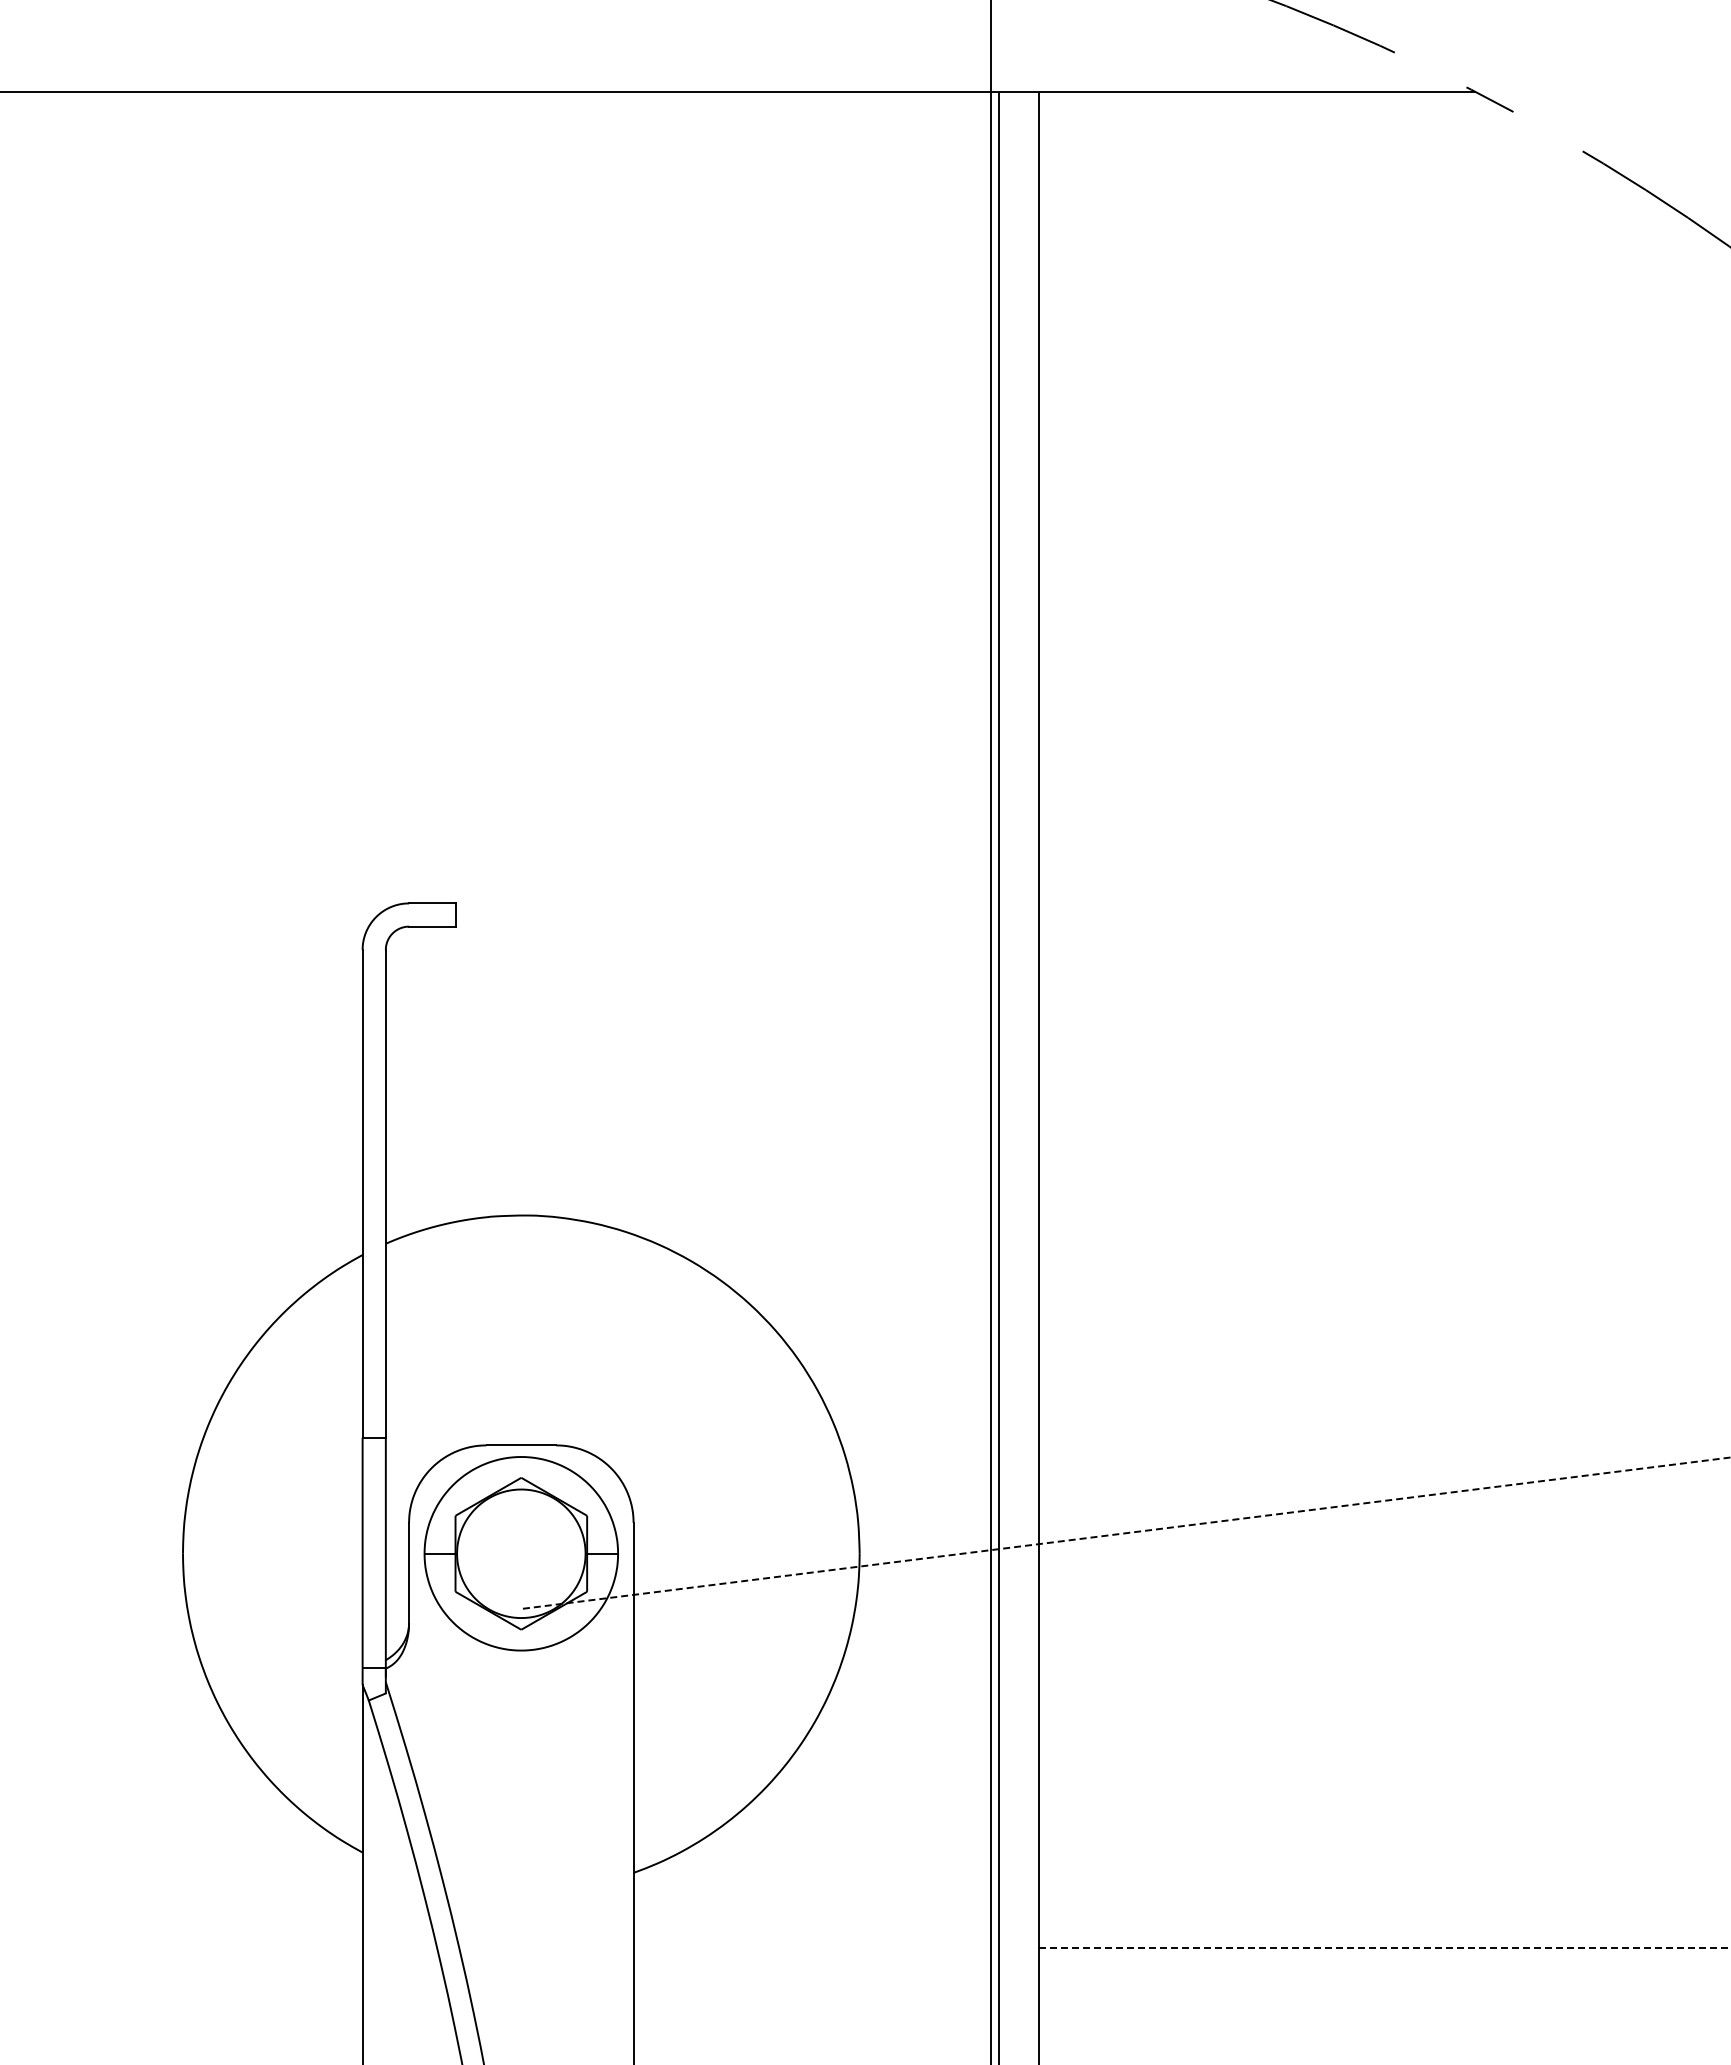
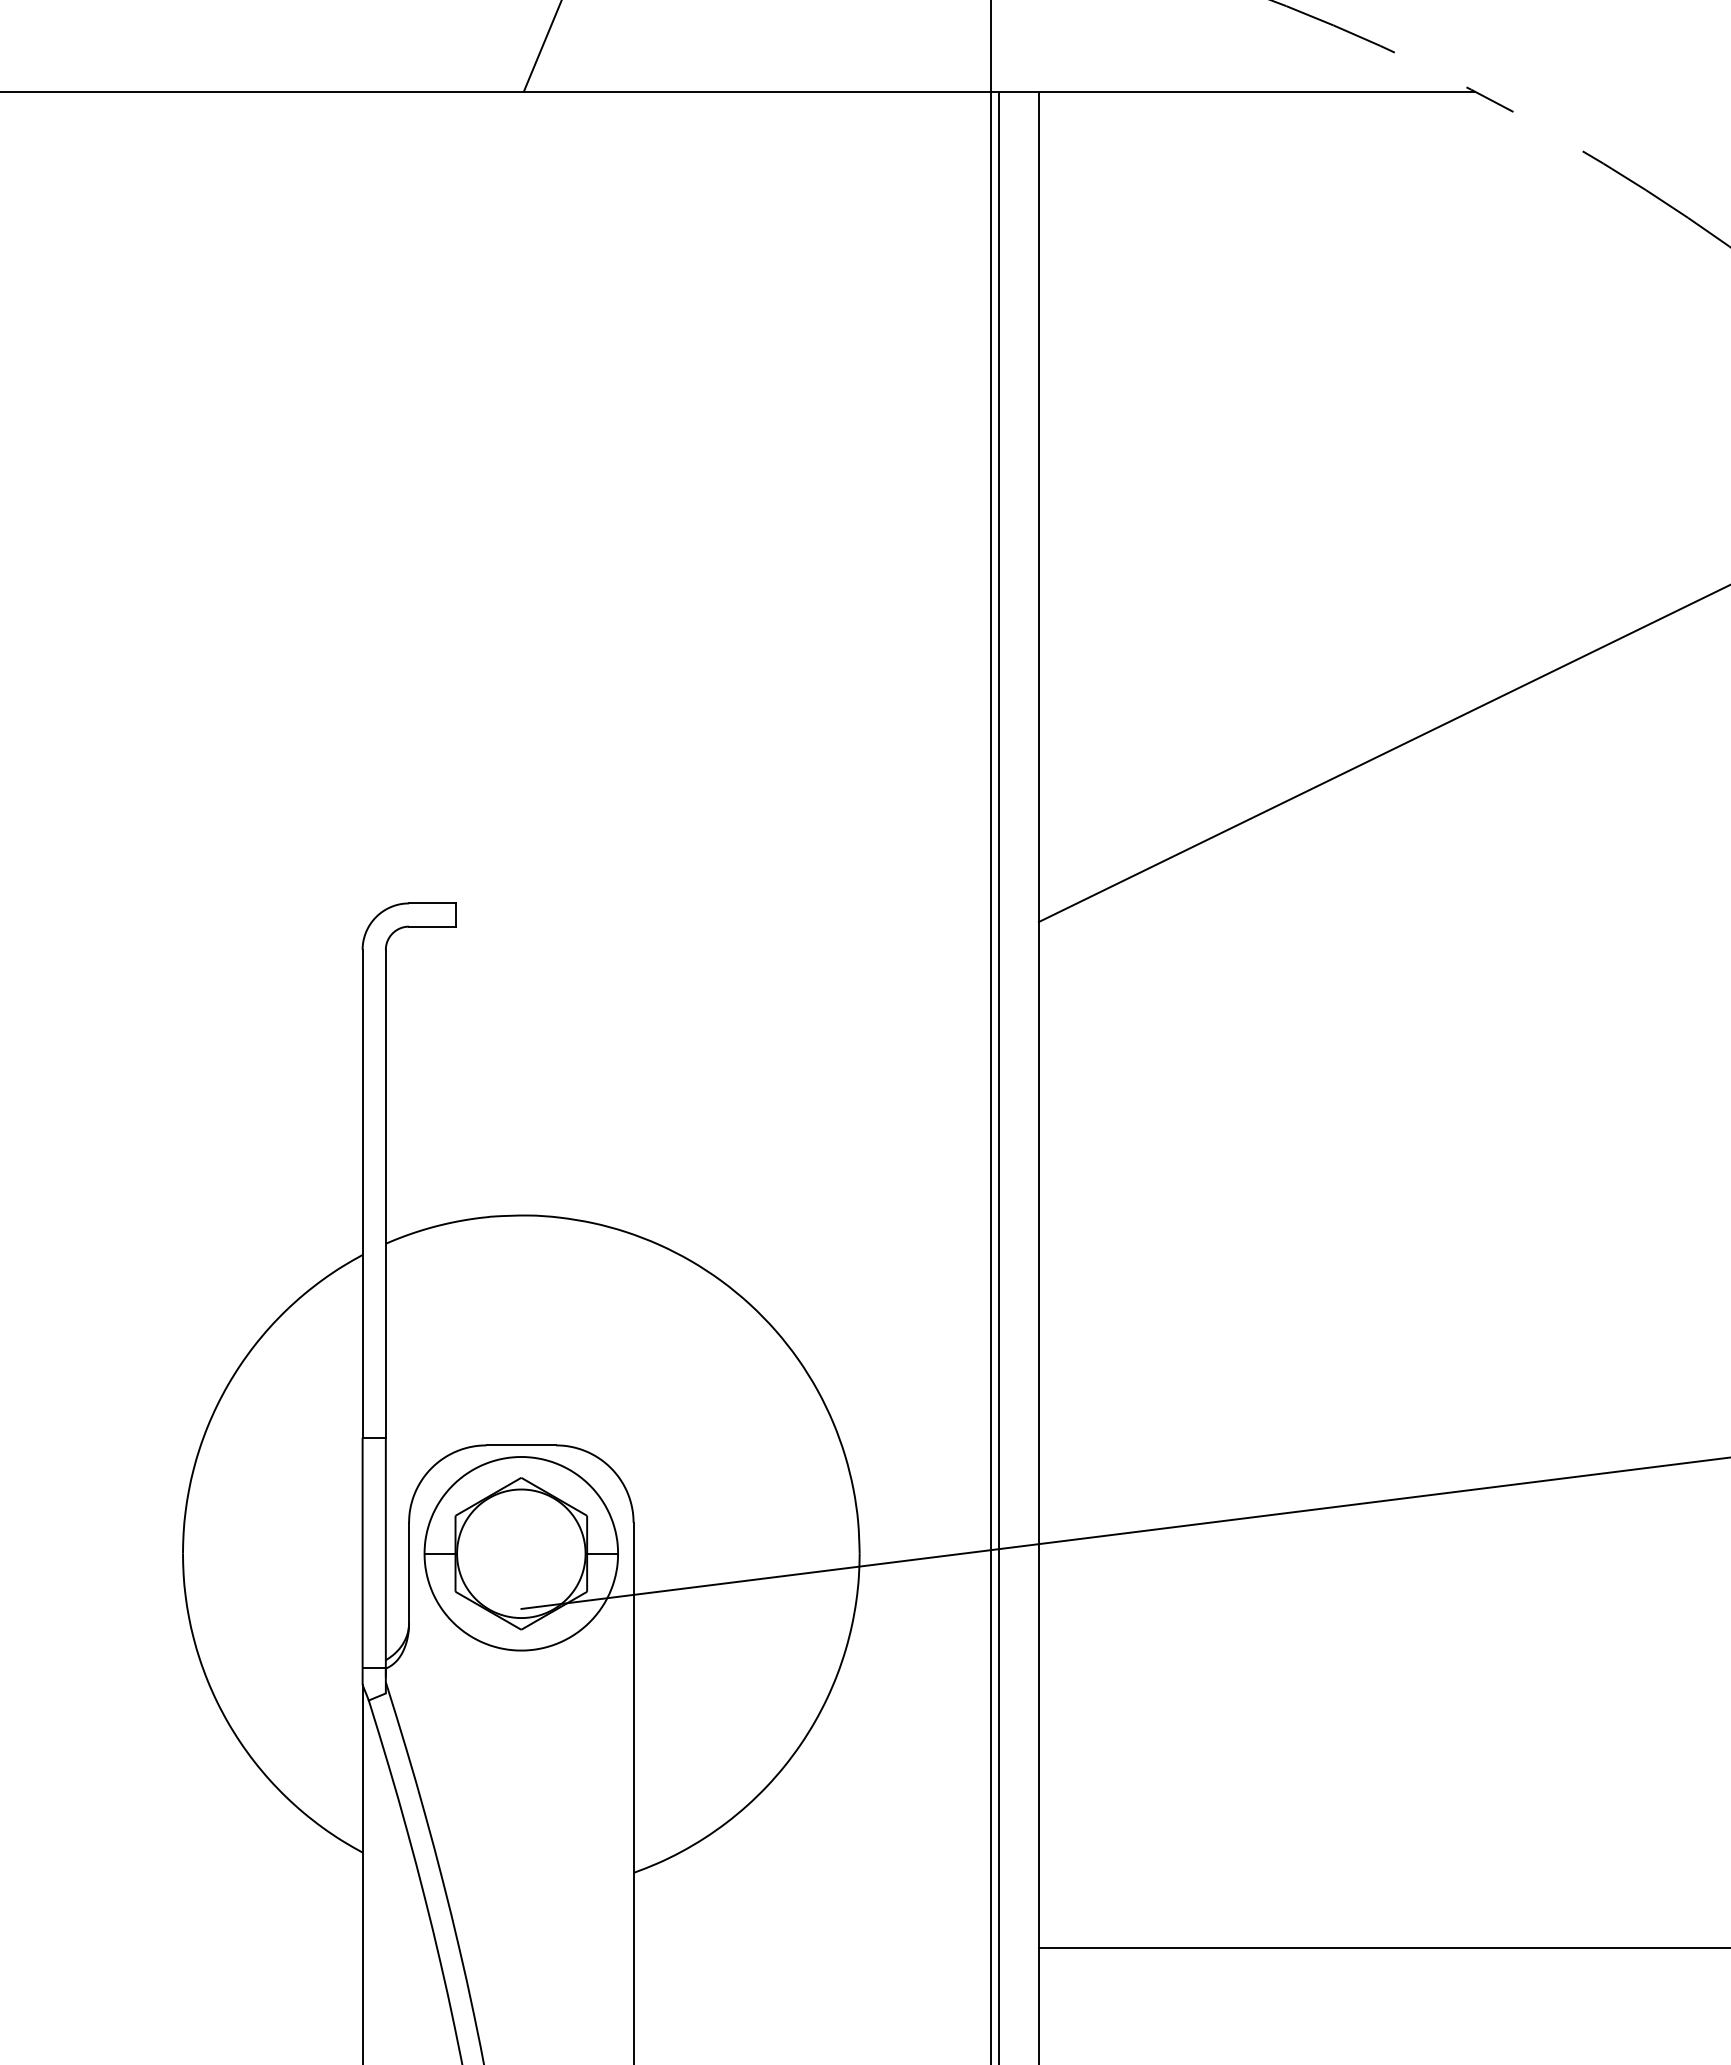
line at (541, 46): none -> present
line at (1382, 754): none -> present
line at (1125, 1533): dashed -> solid
line at (1384, 1947): dashed -> solid
